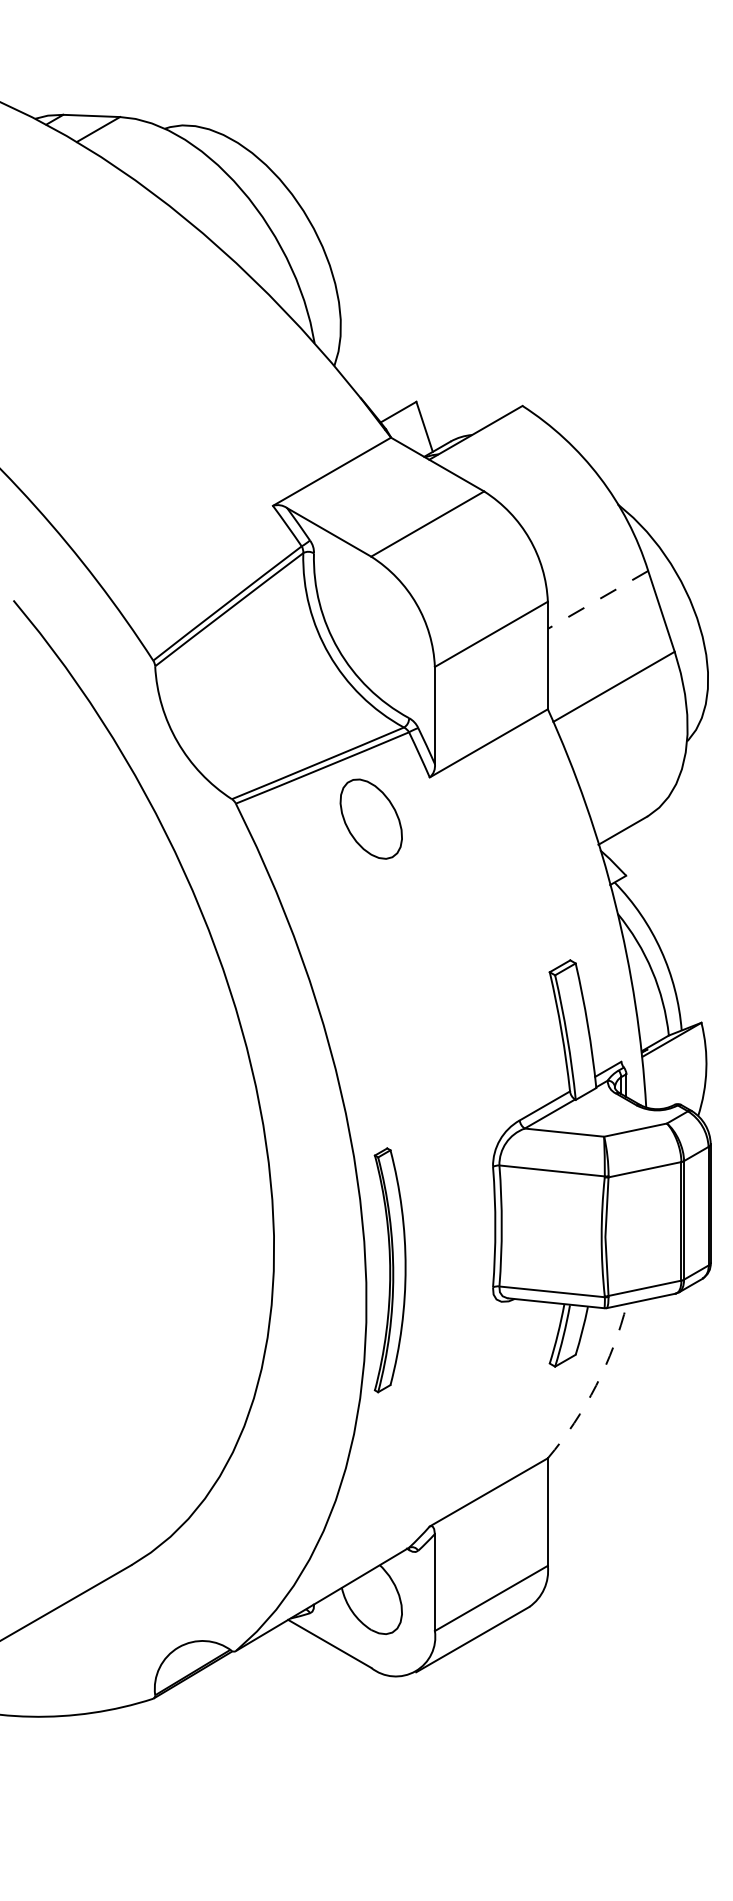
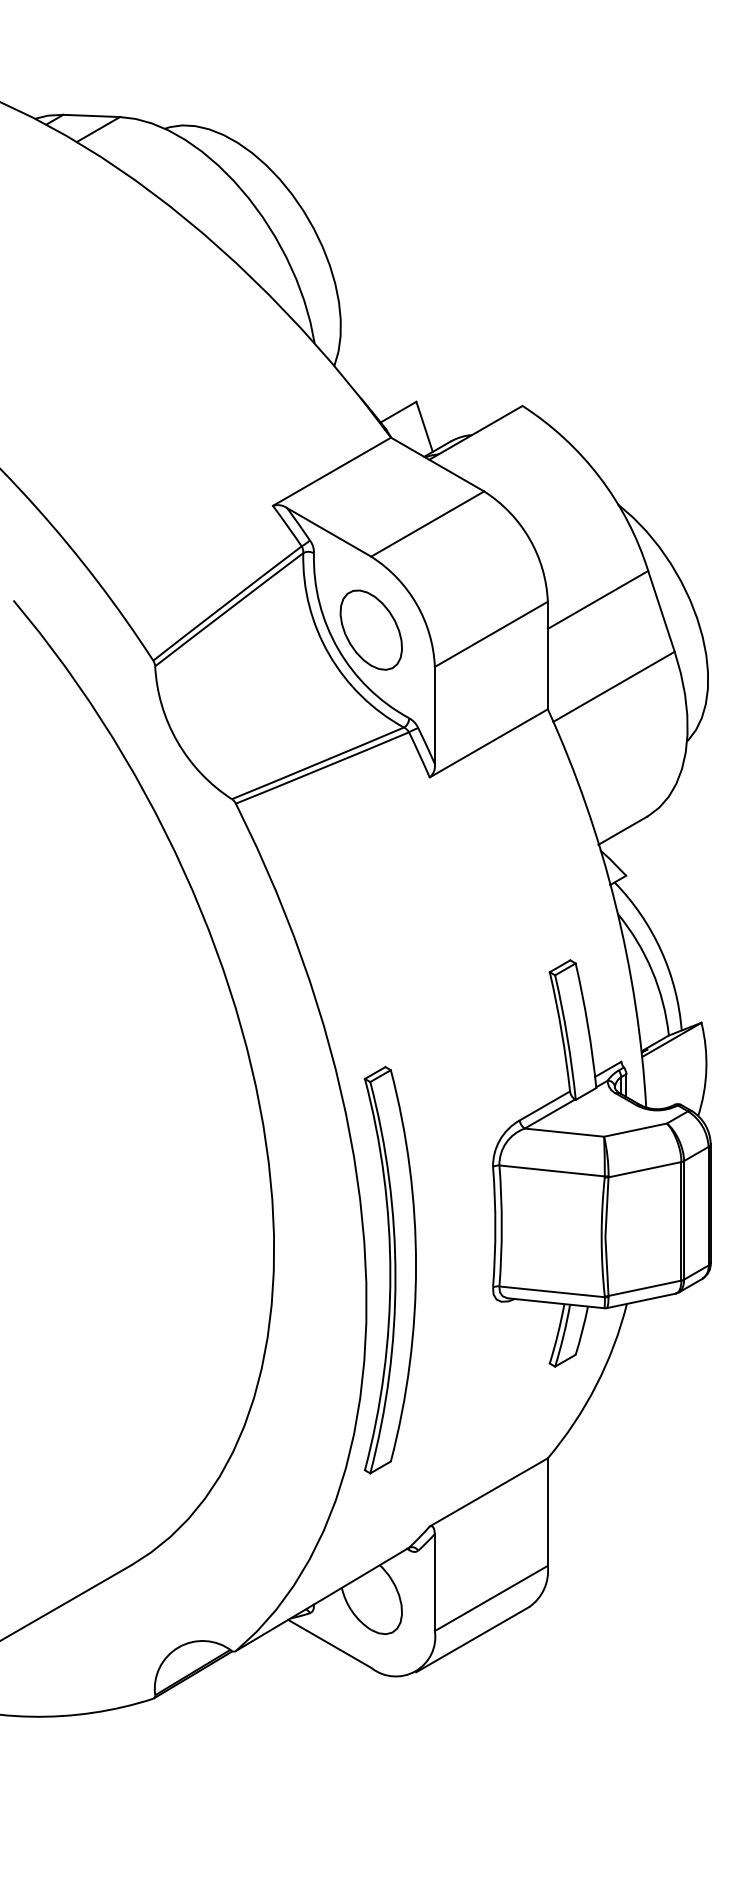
line at (598, 599): dashed -> solid
part at (370, 818) position: (370, 818) -> (370, 629)
part at (389, 1270) size: 34x247 px -> 54x409 px
arc at (596, 1385): dashed -> solid
